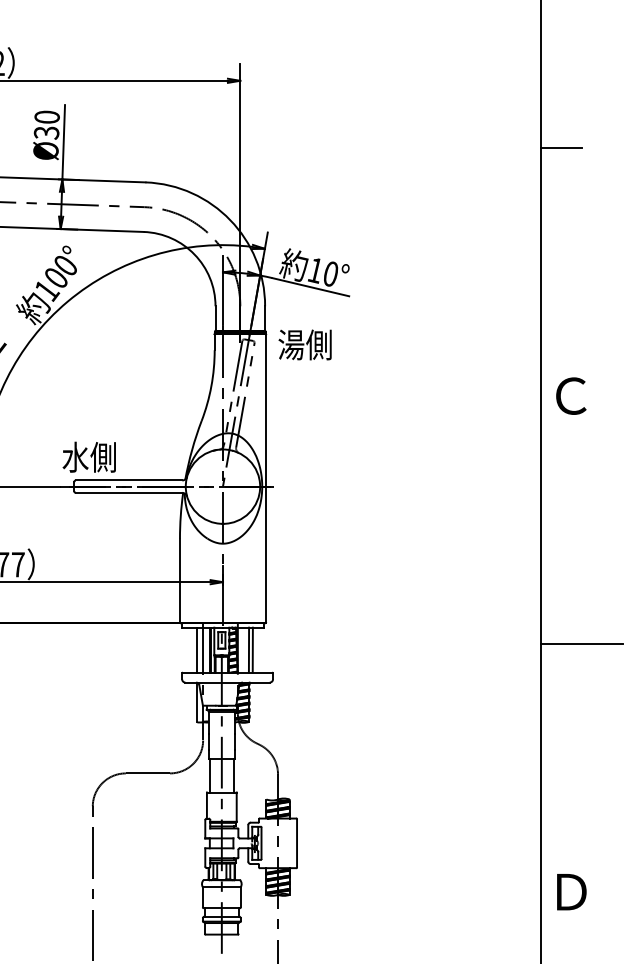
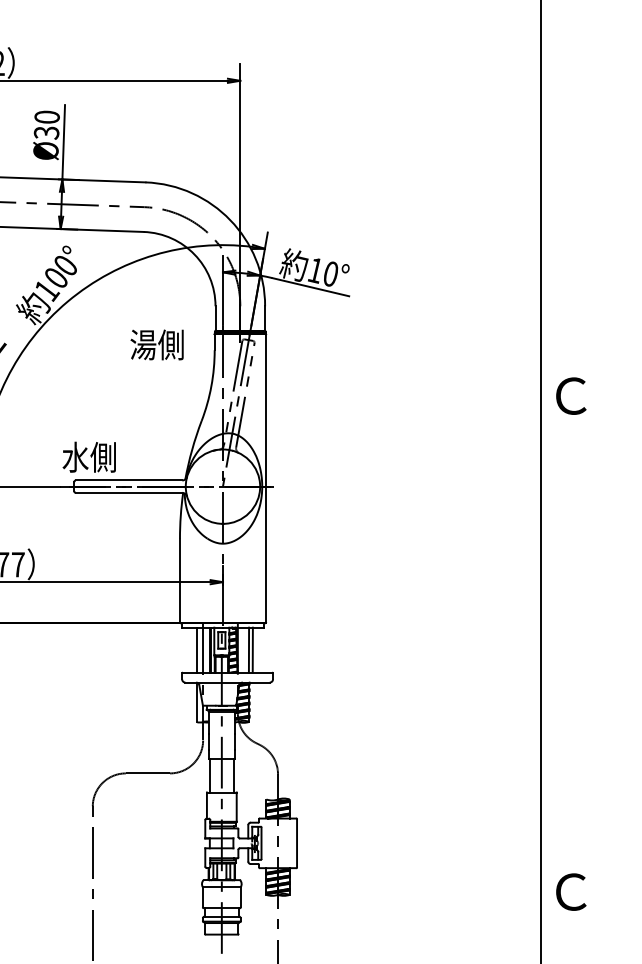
line at (561, 148): present -> none
text at (304, 344) position: (304, 344) -> (156, 344)
line at (581, 644): present -> none
text at (571, 891): Ｄ -> Ｃ
